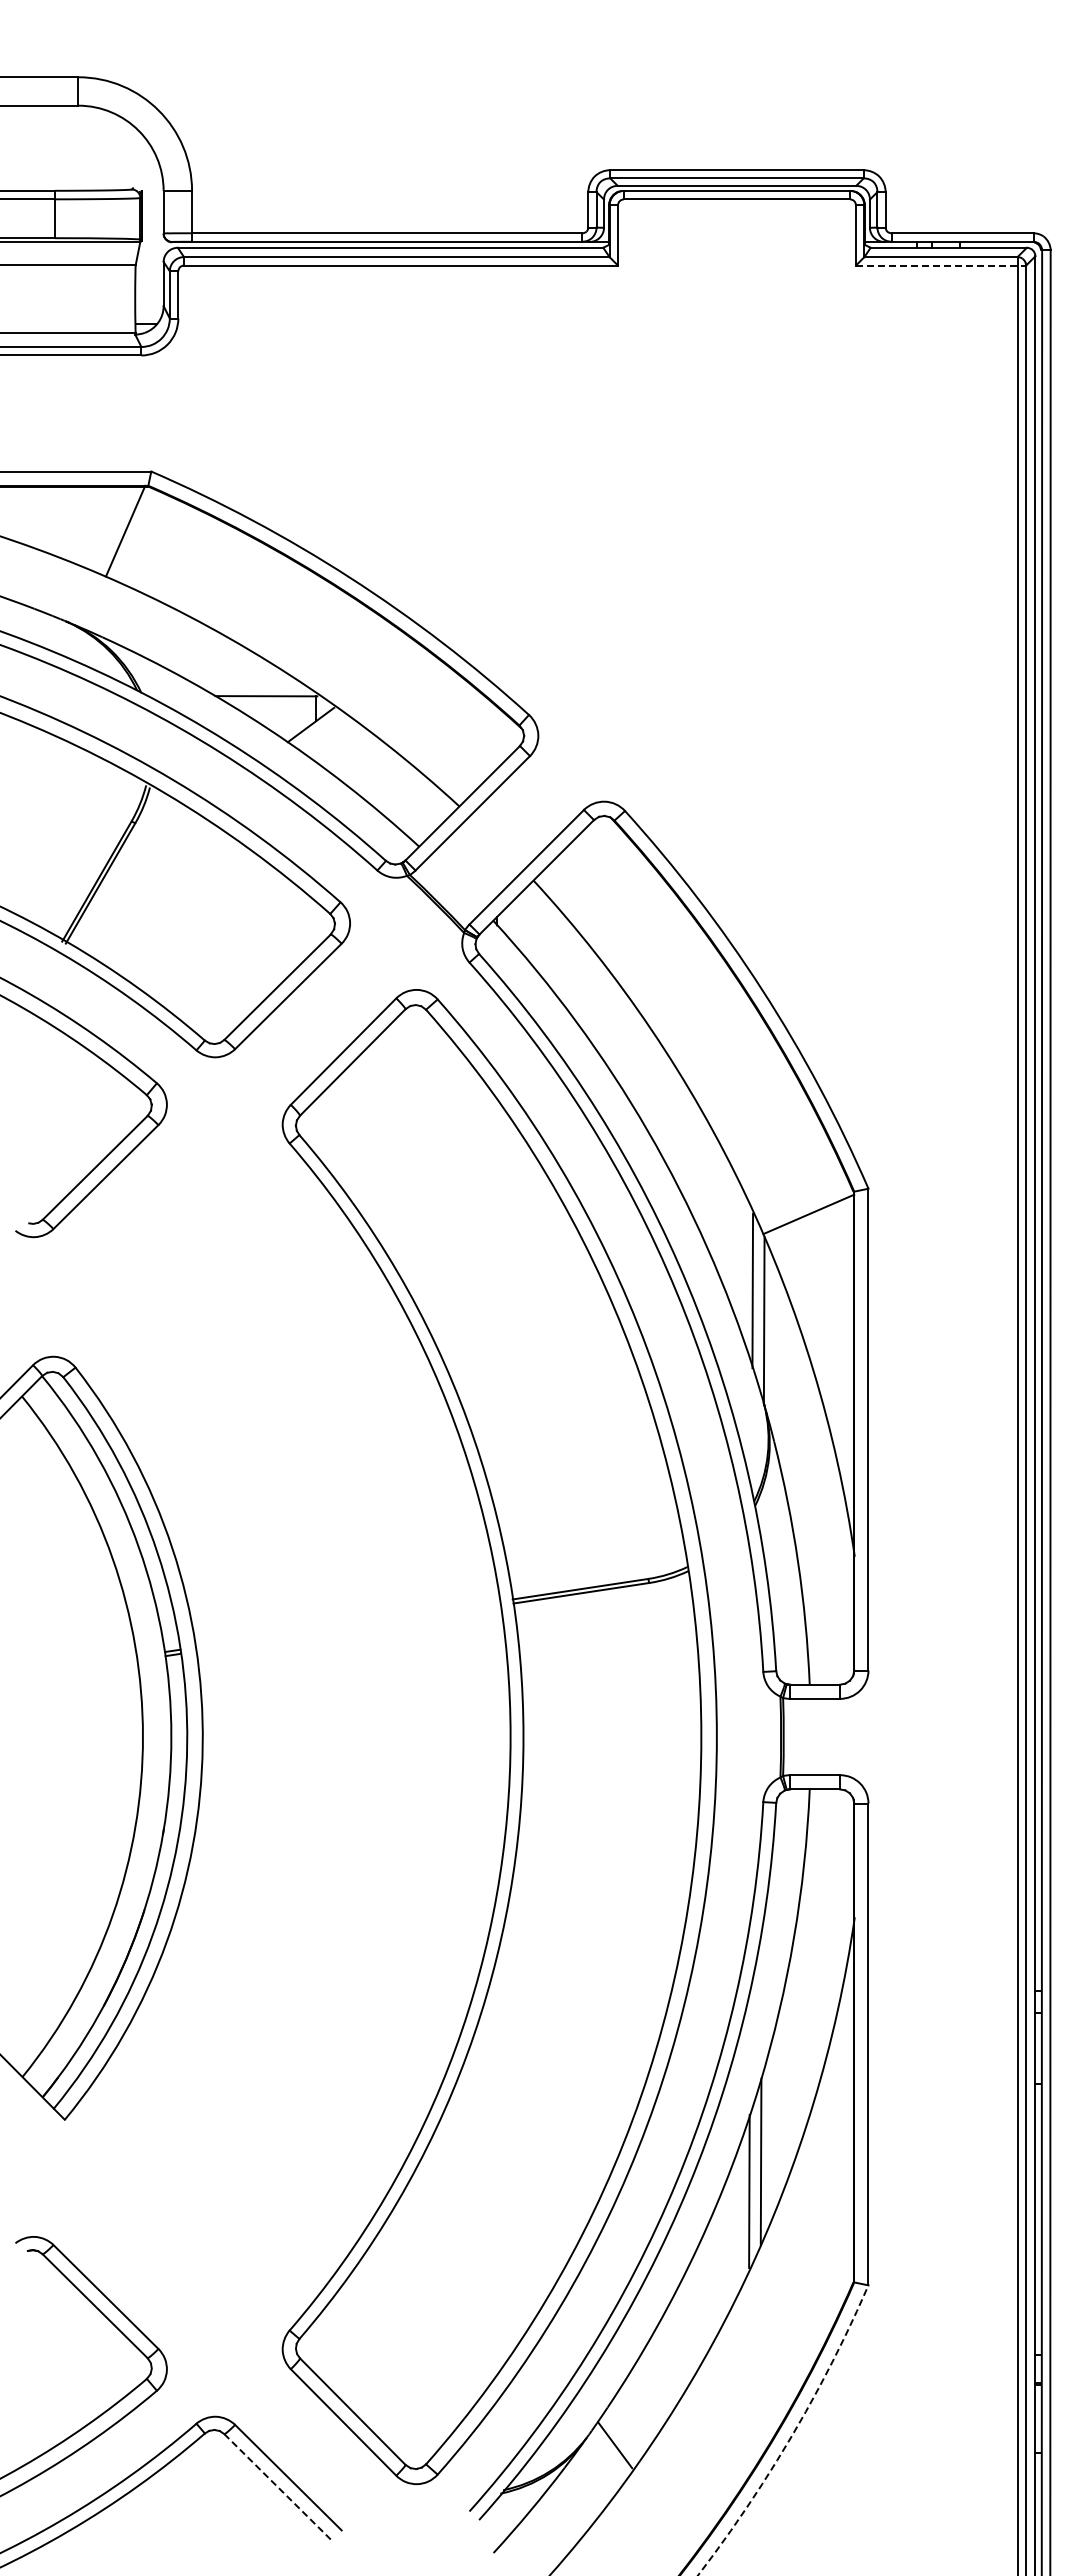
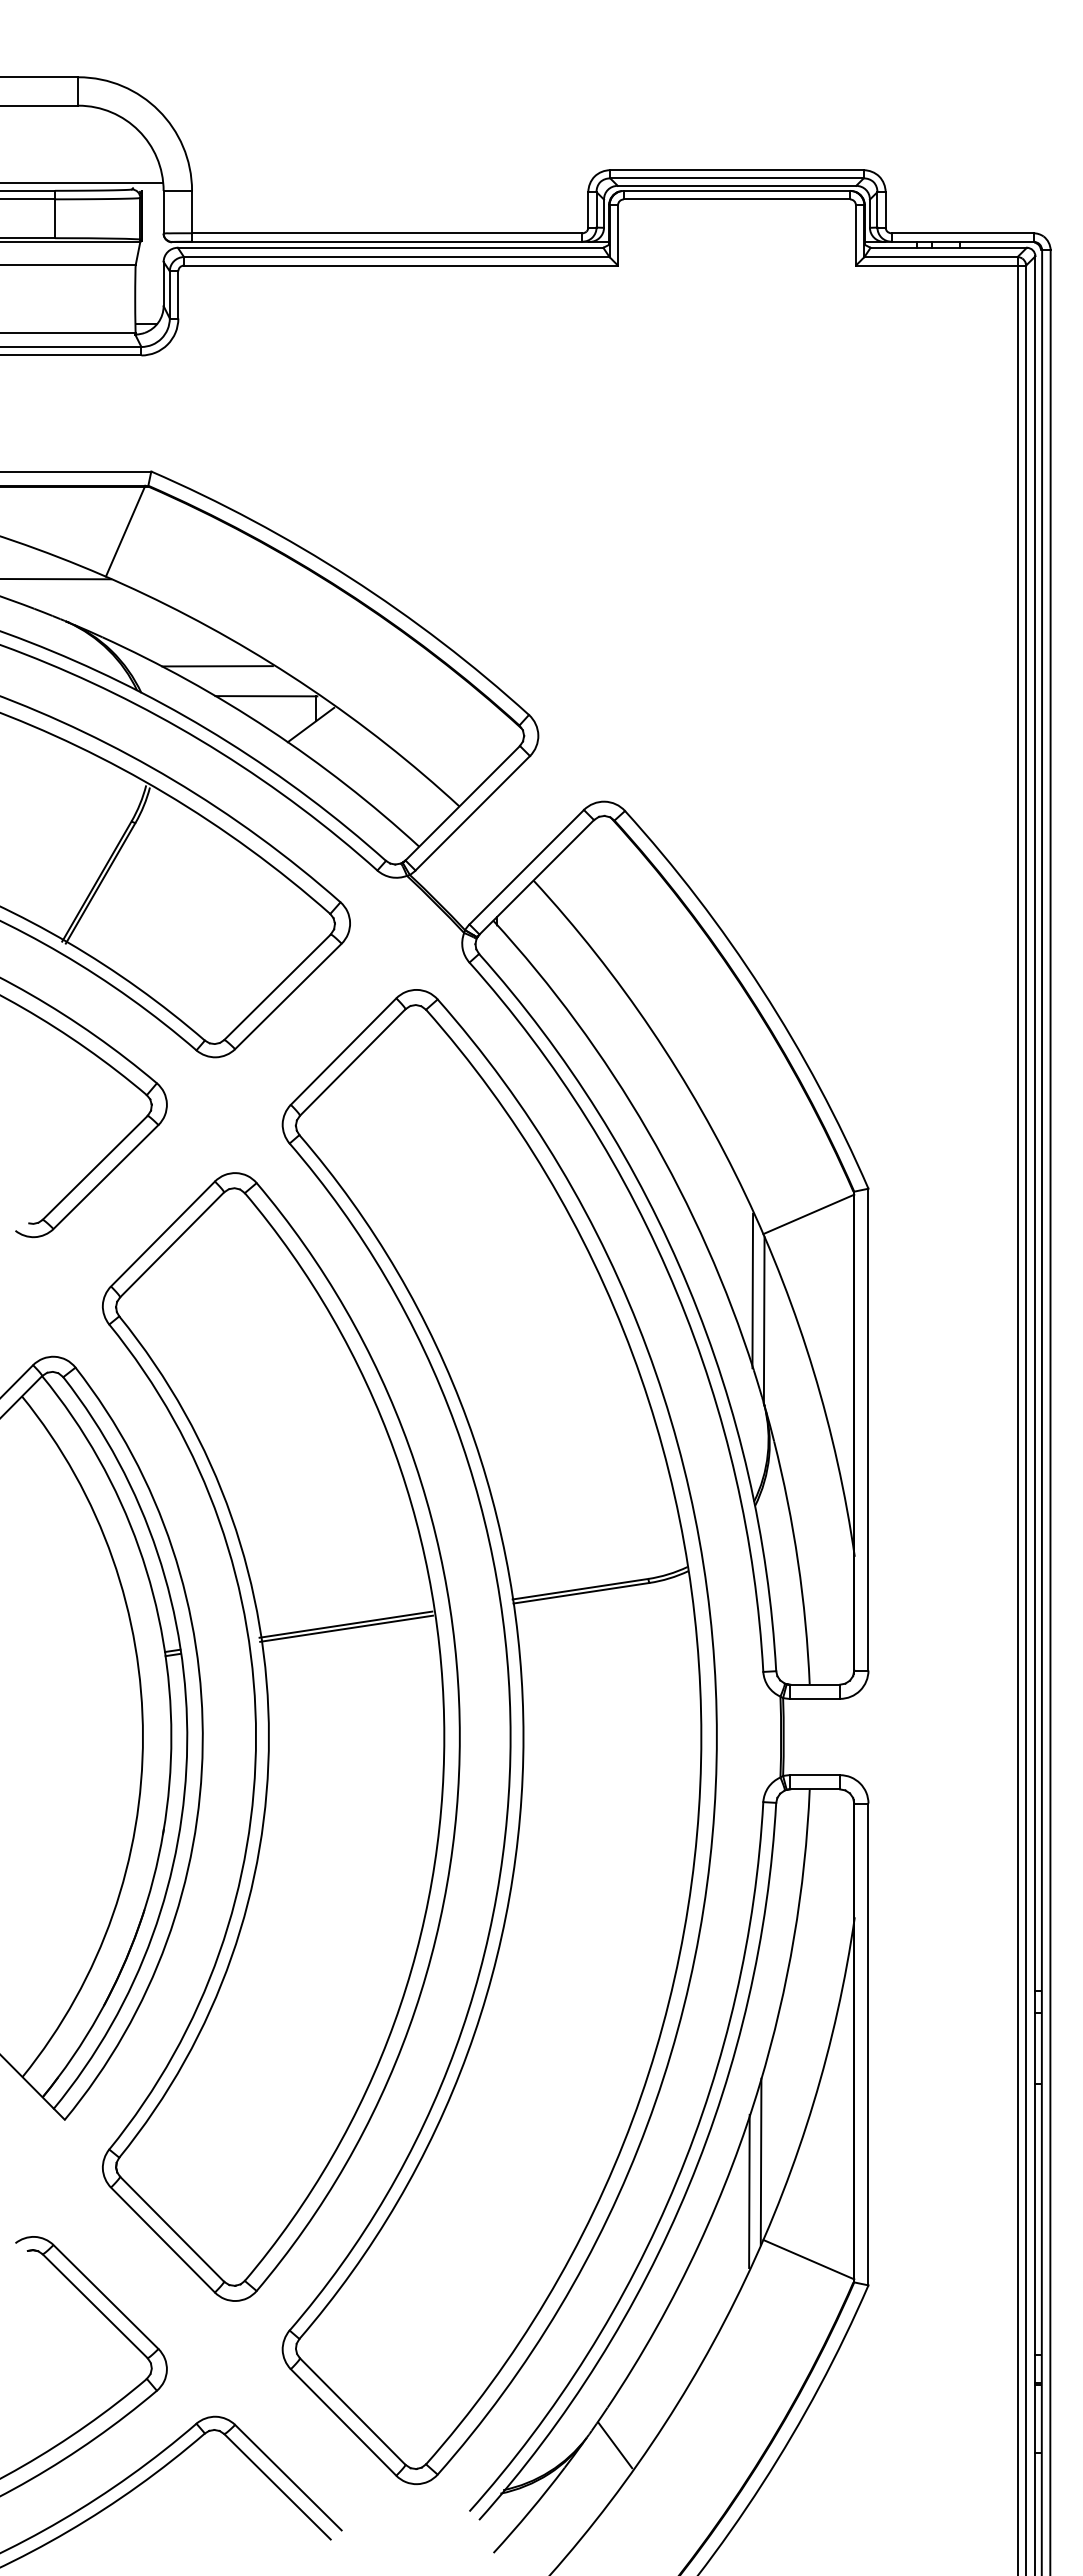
line at (82, 182): none -> present
line at (941, 265): dashed -> solid
line at (56, 579): none -> present
line at (217, 666): none -> present
part at (281, 1736): none -> present
line at (808, 2259): none -> present
arc at (791, 2436): dashed -> solid
line at (277, 2486): dashed -> solid
